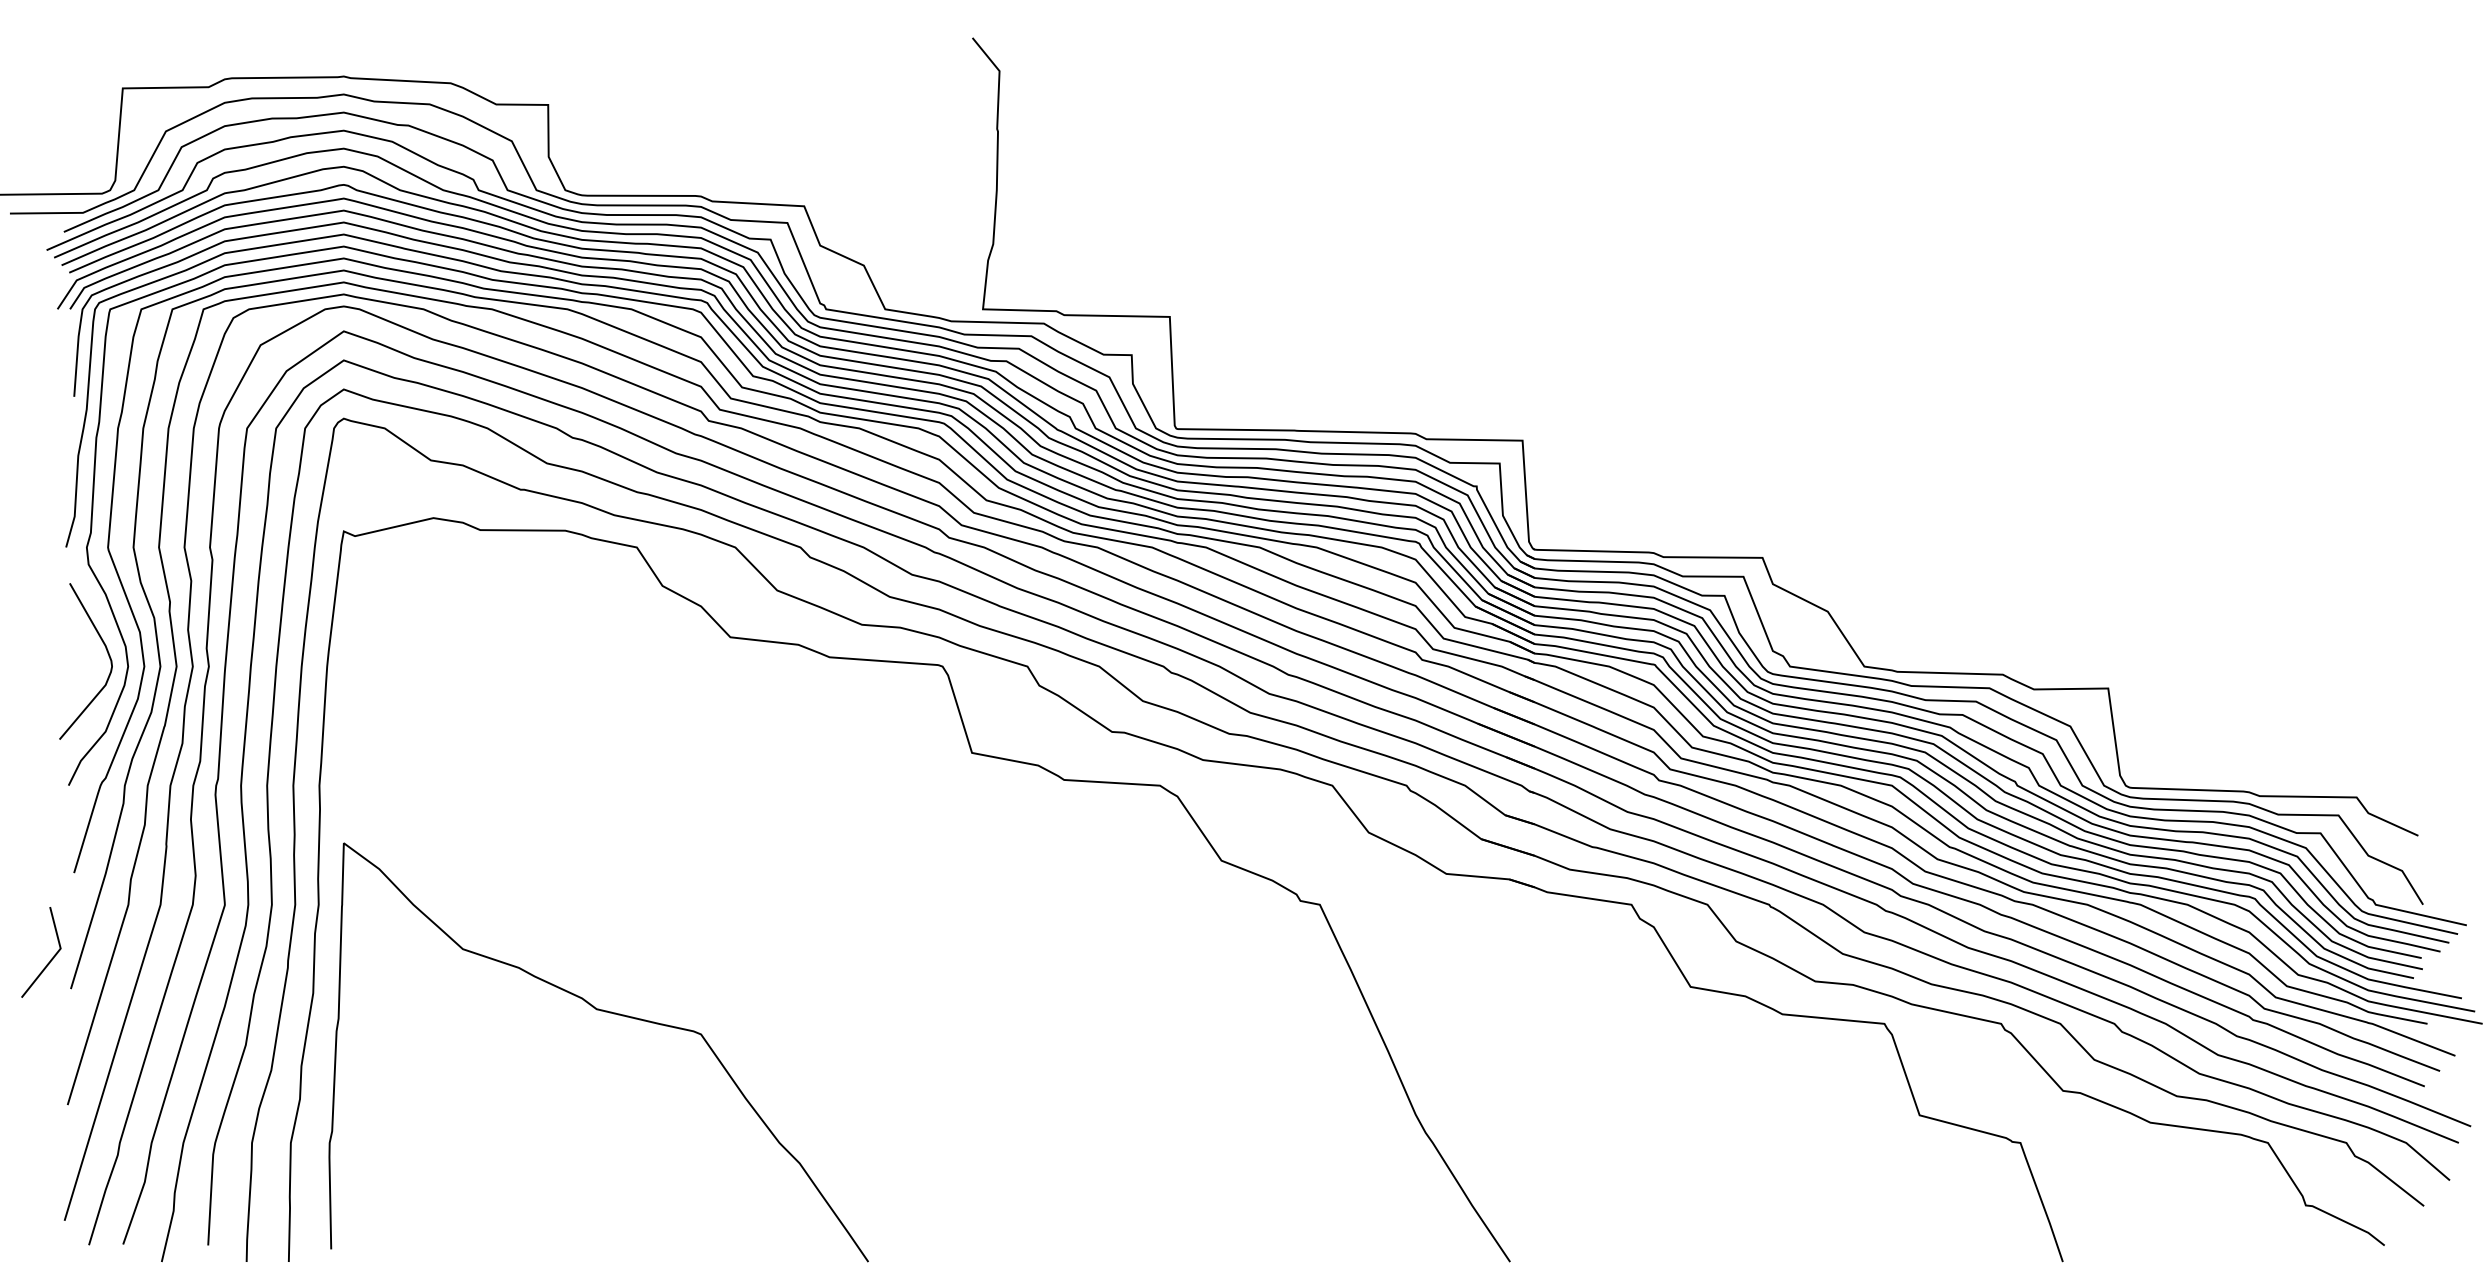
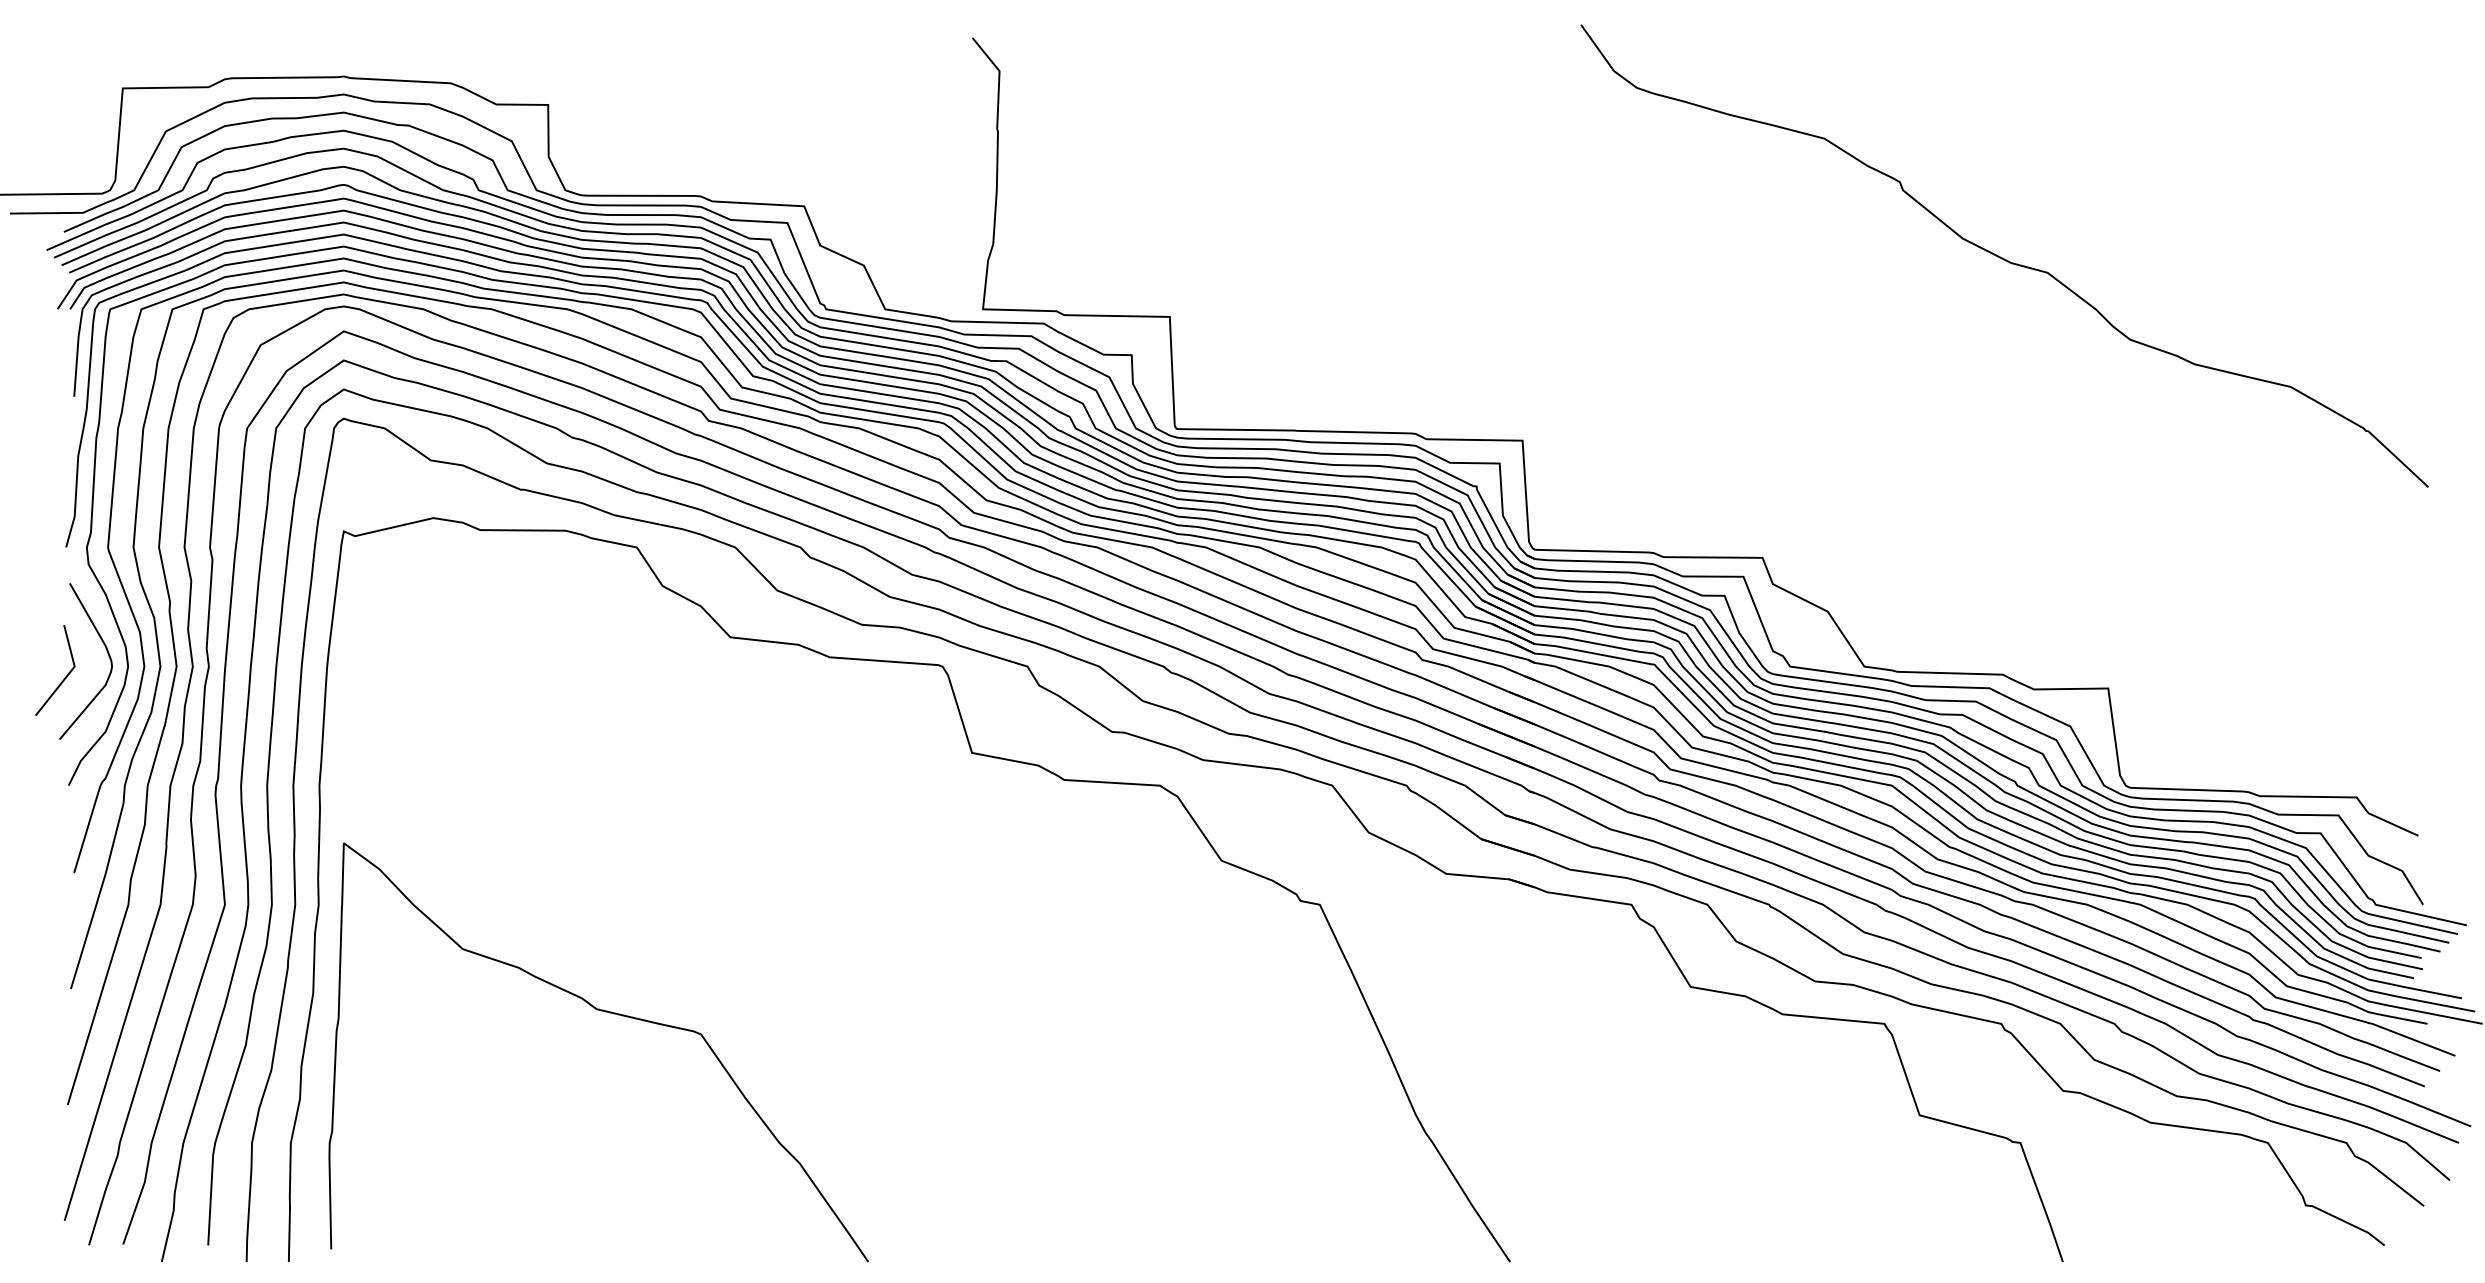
curve at (2002, 257): none -> present
line at (50, 959) position: (50, 959) -> (64, 677)
